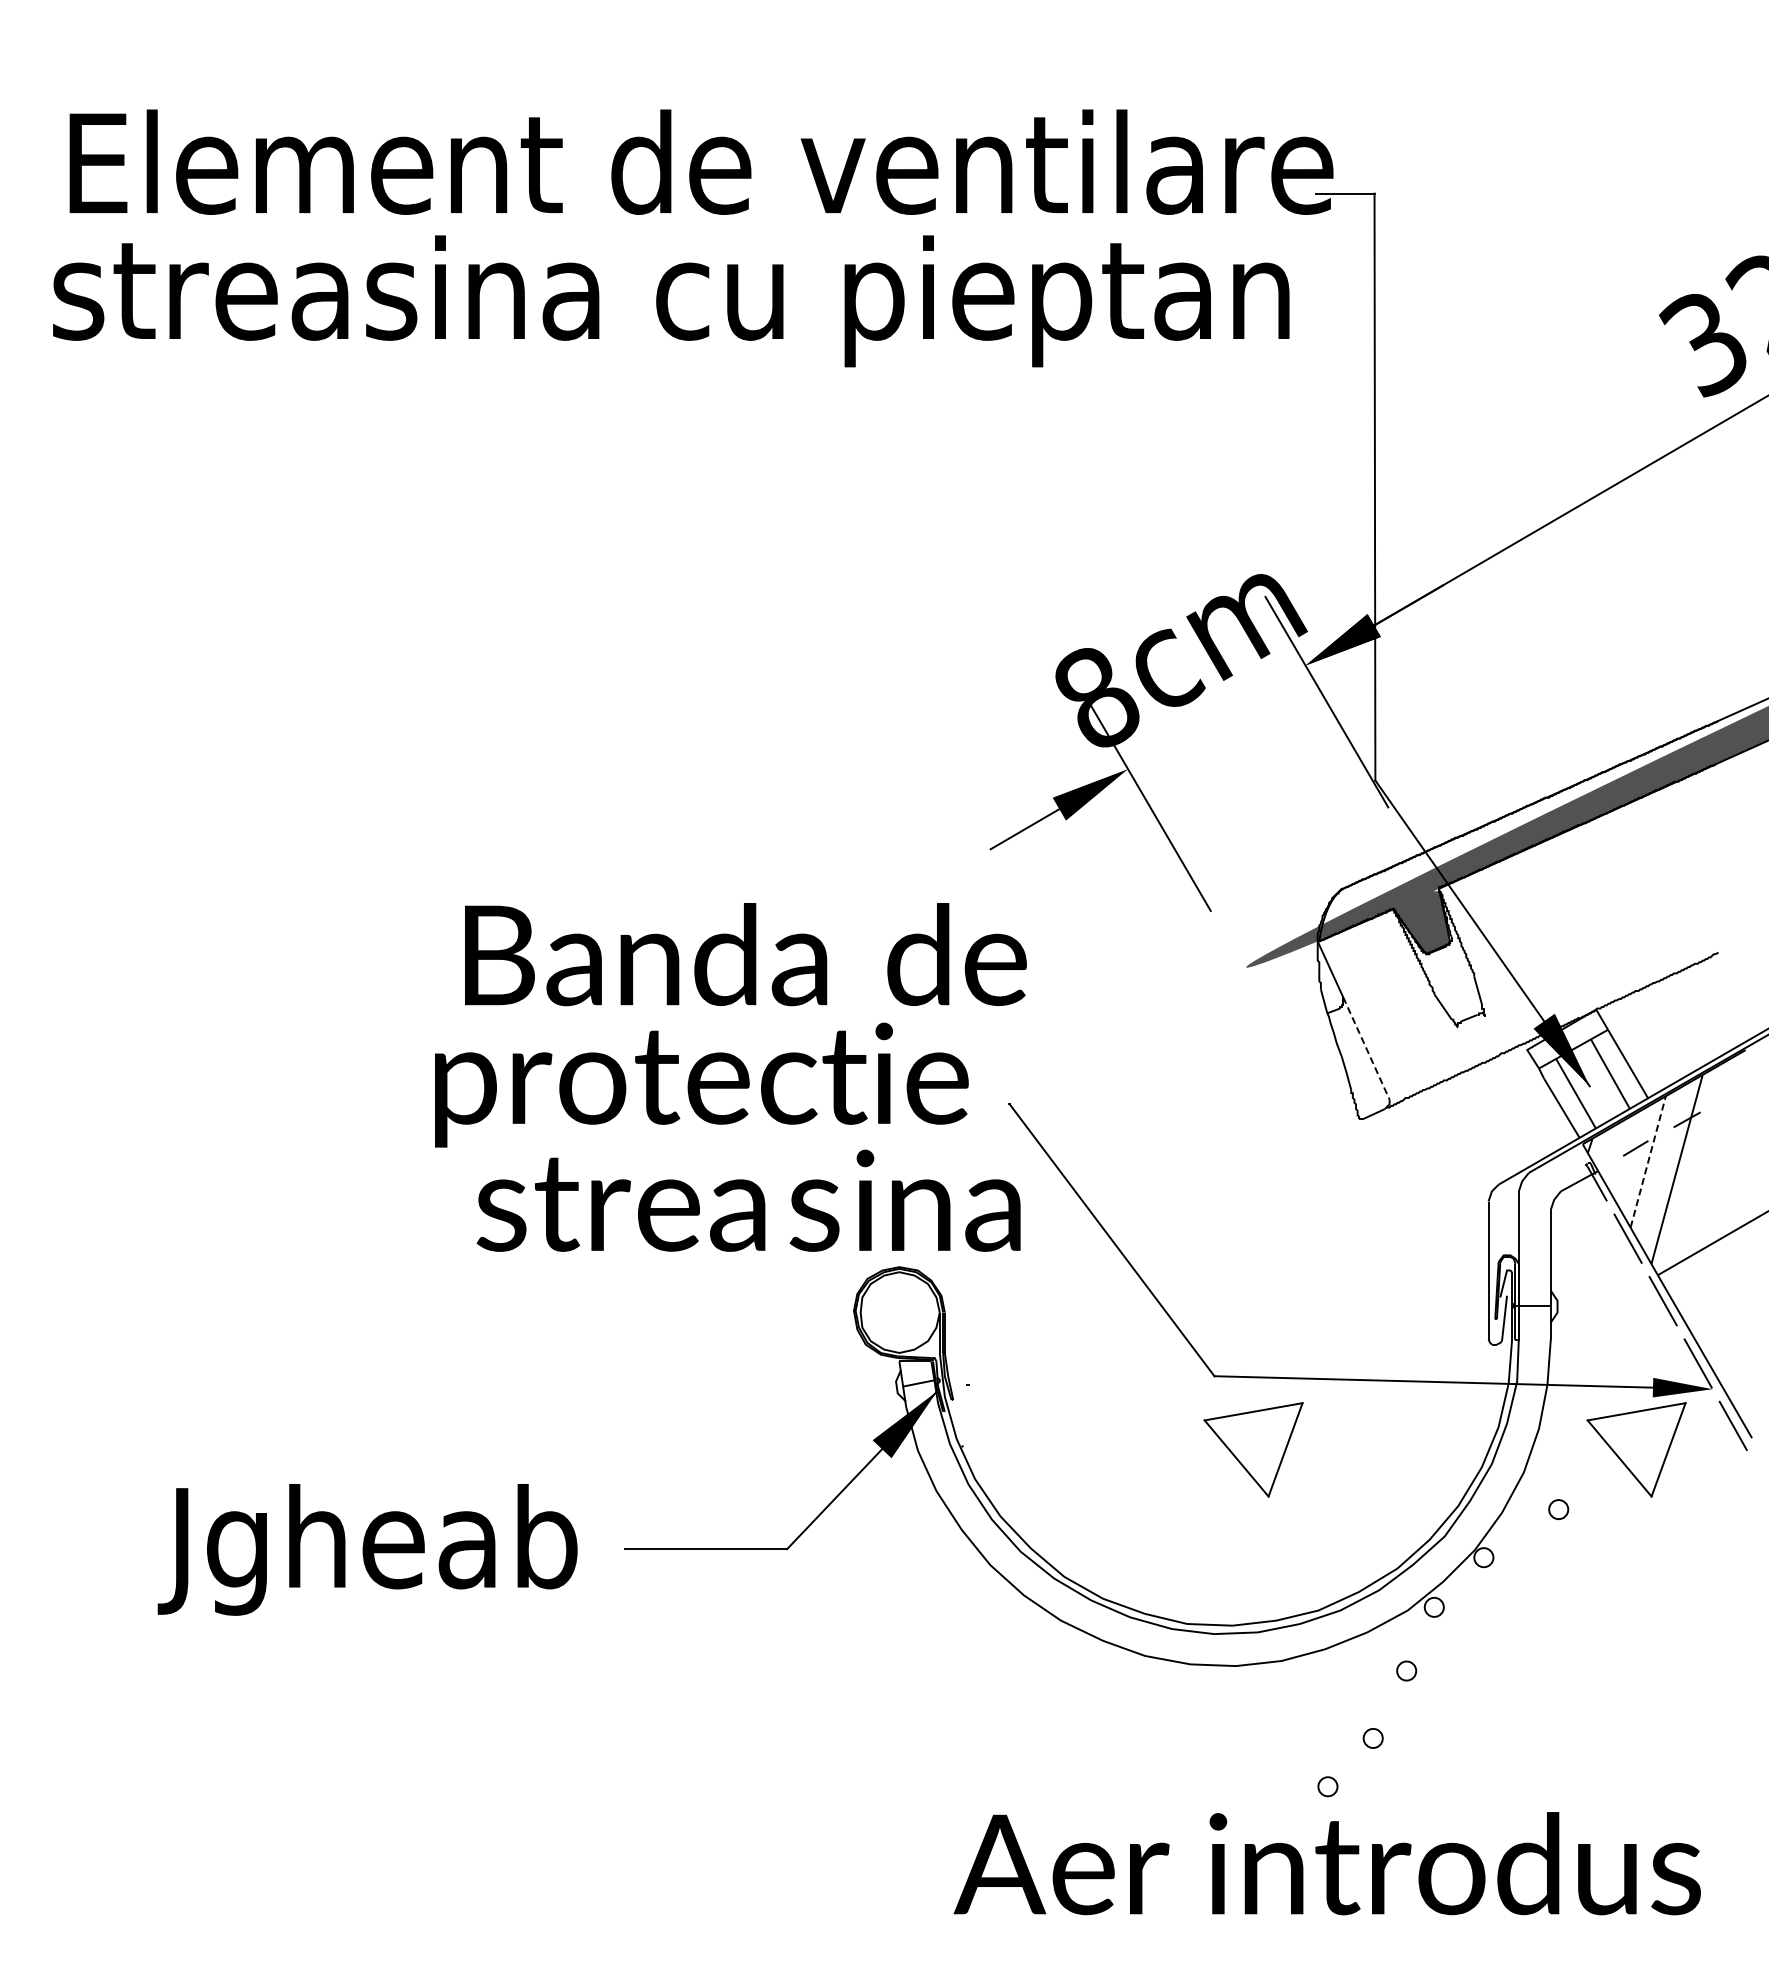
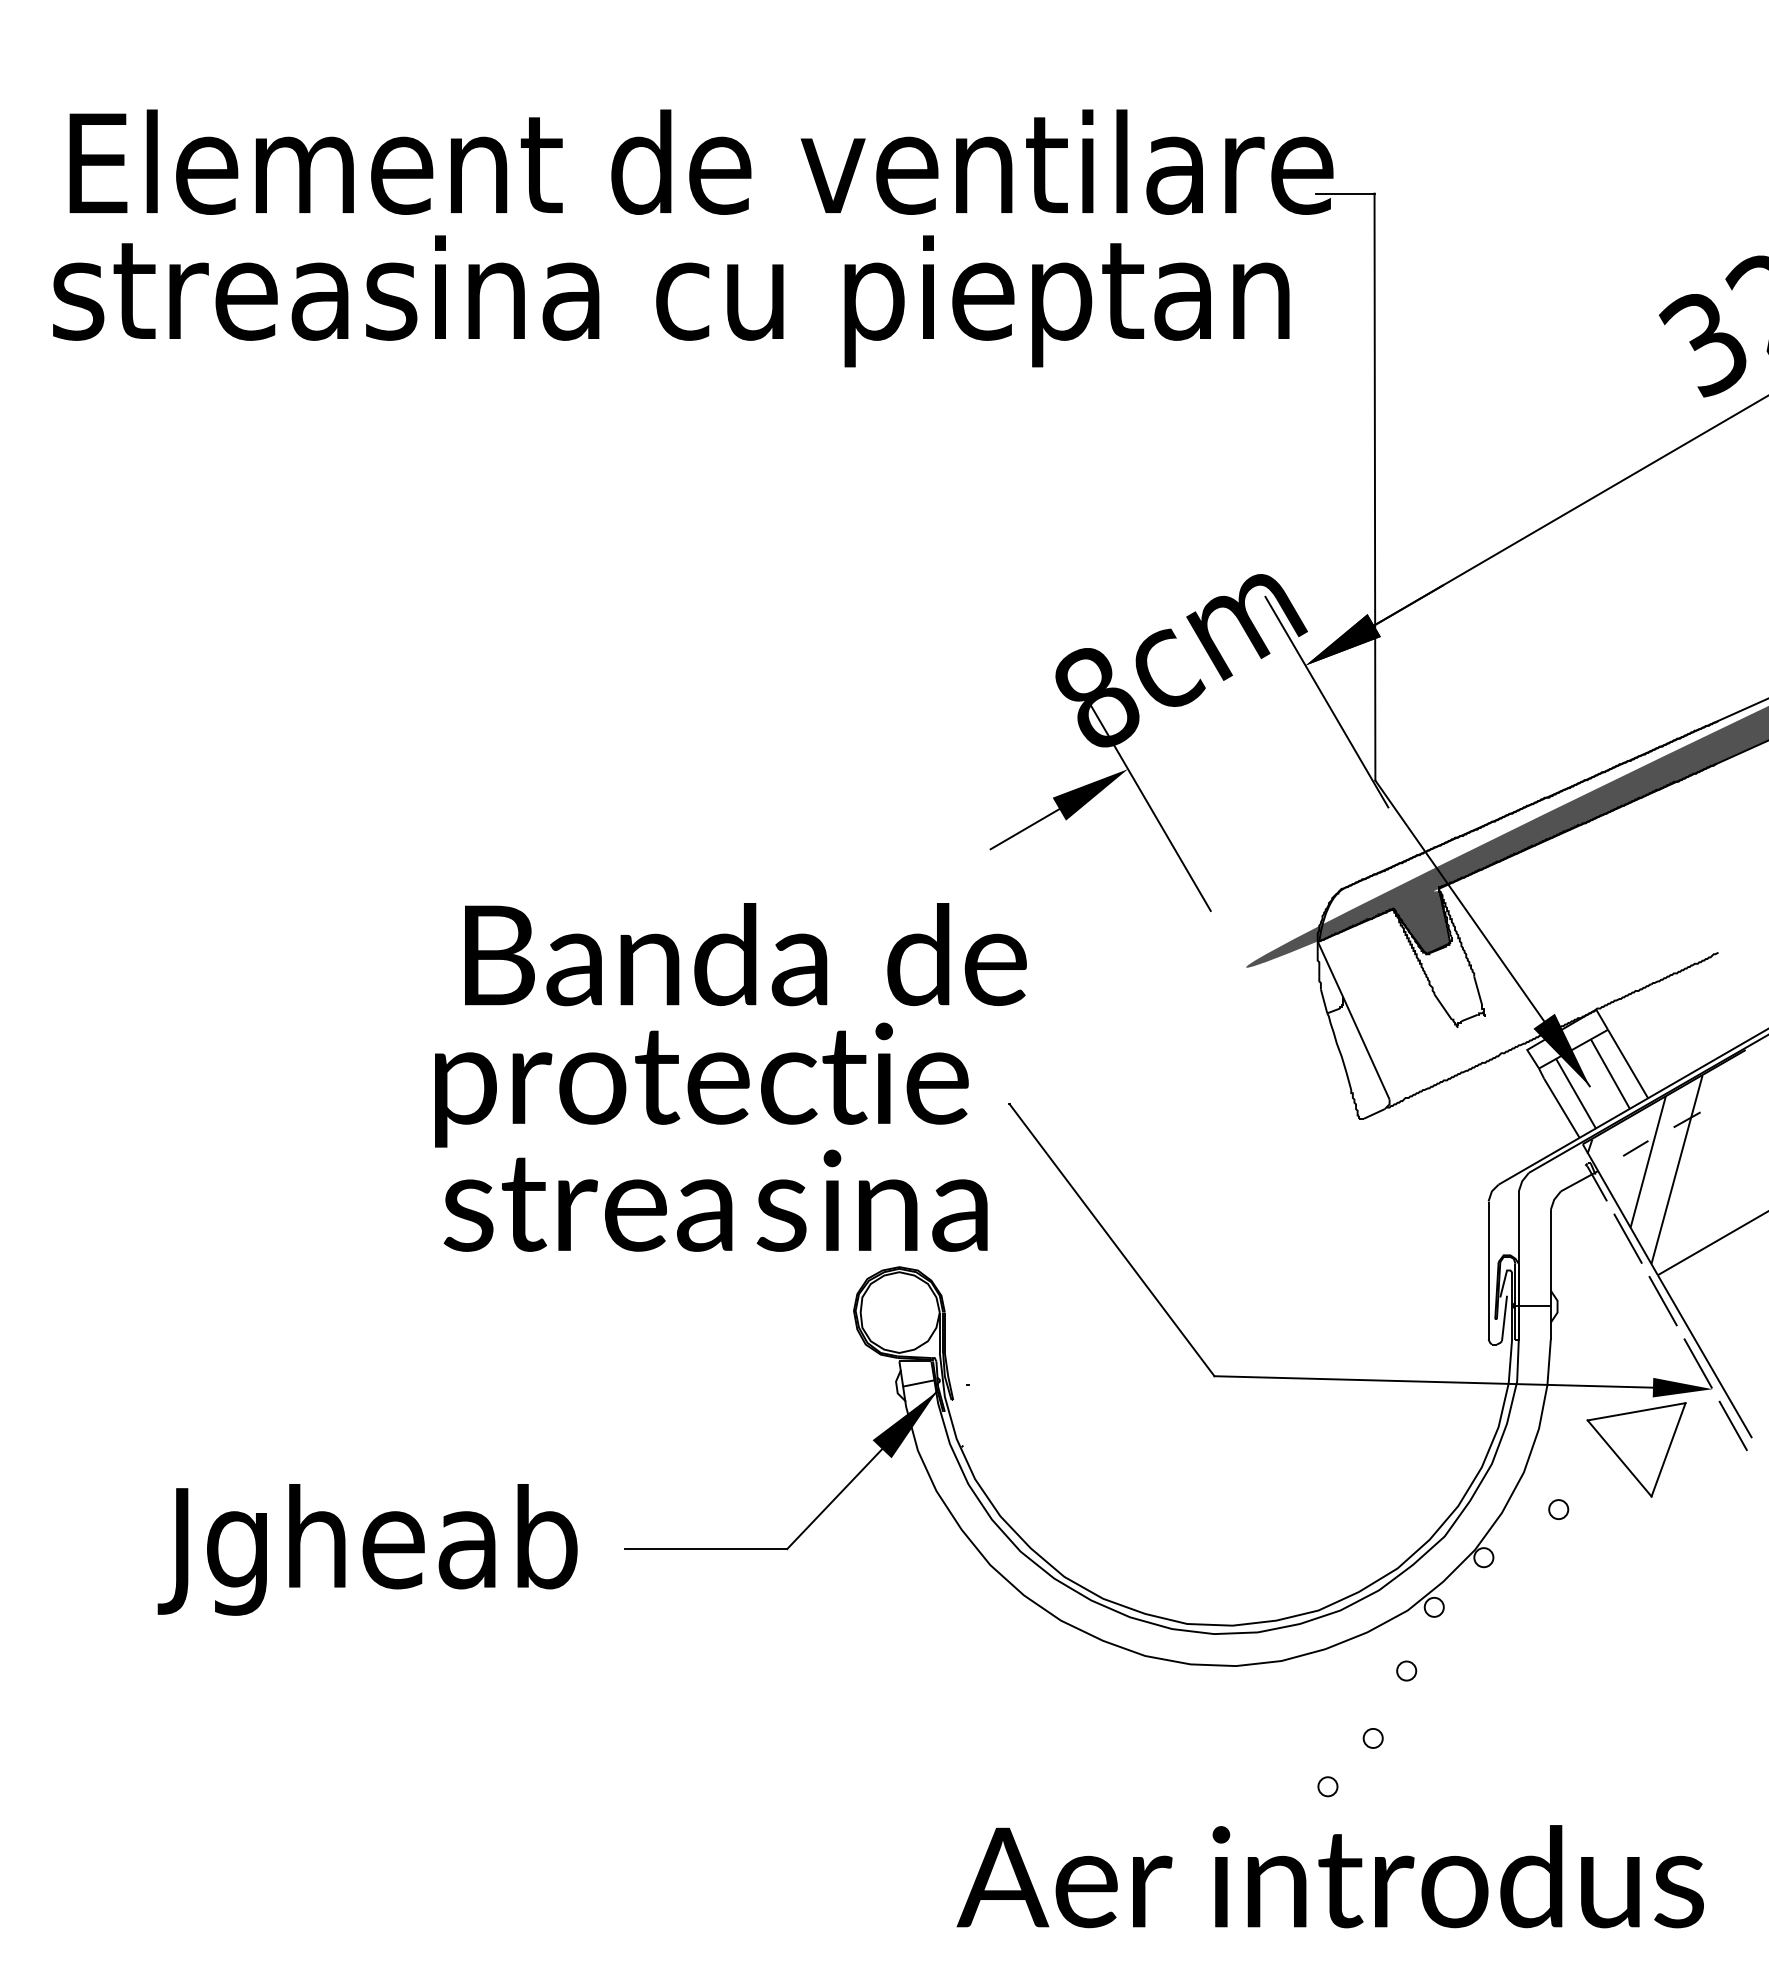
line at (1366, 1048): dashed -> solid
line at (1648, 1161): dashed -> solid
text at (748, 1200) position: (748, 1200) -> (715, 1200)
part at (1253, 1449): present -> none
text at (1326, 1863) position: (1326, 1863) -> (1329, 1876)
